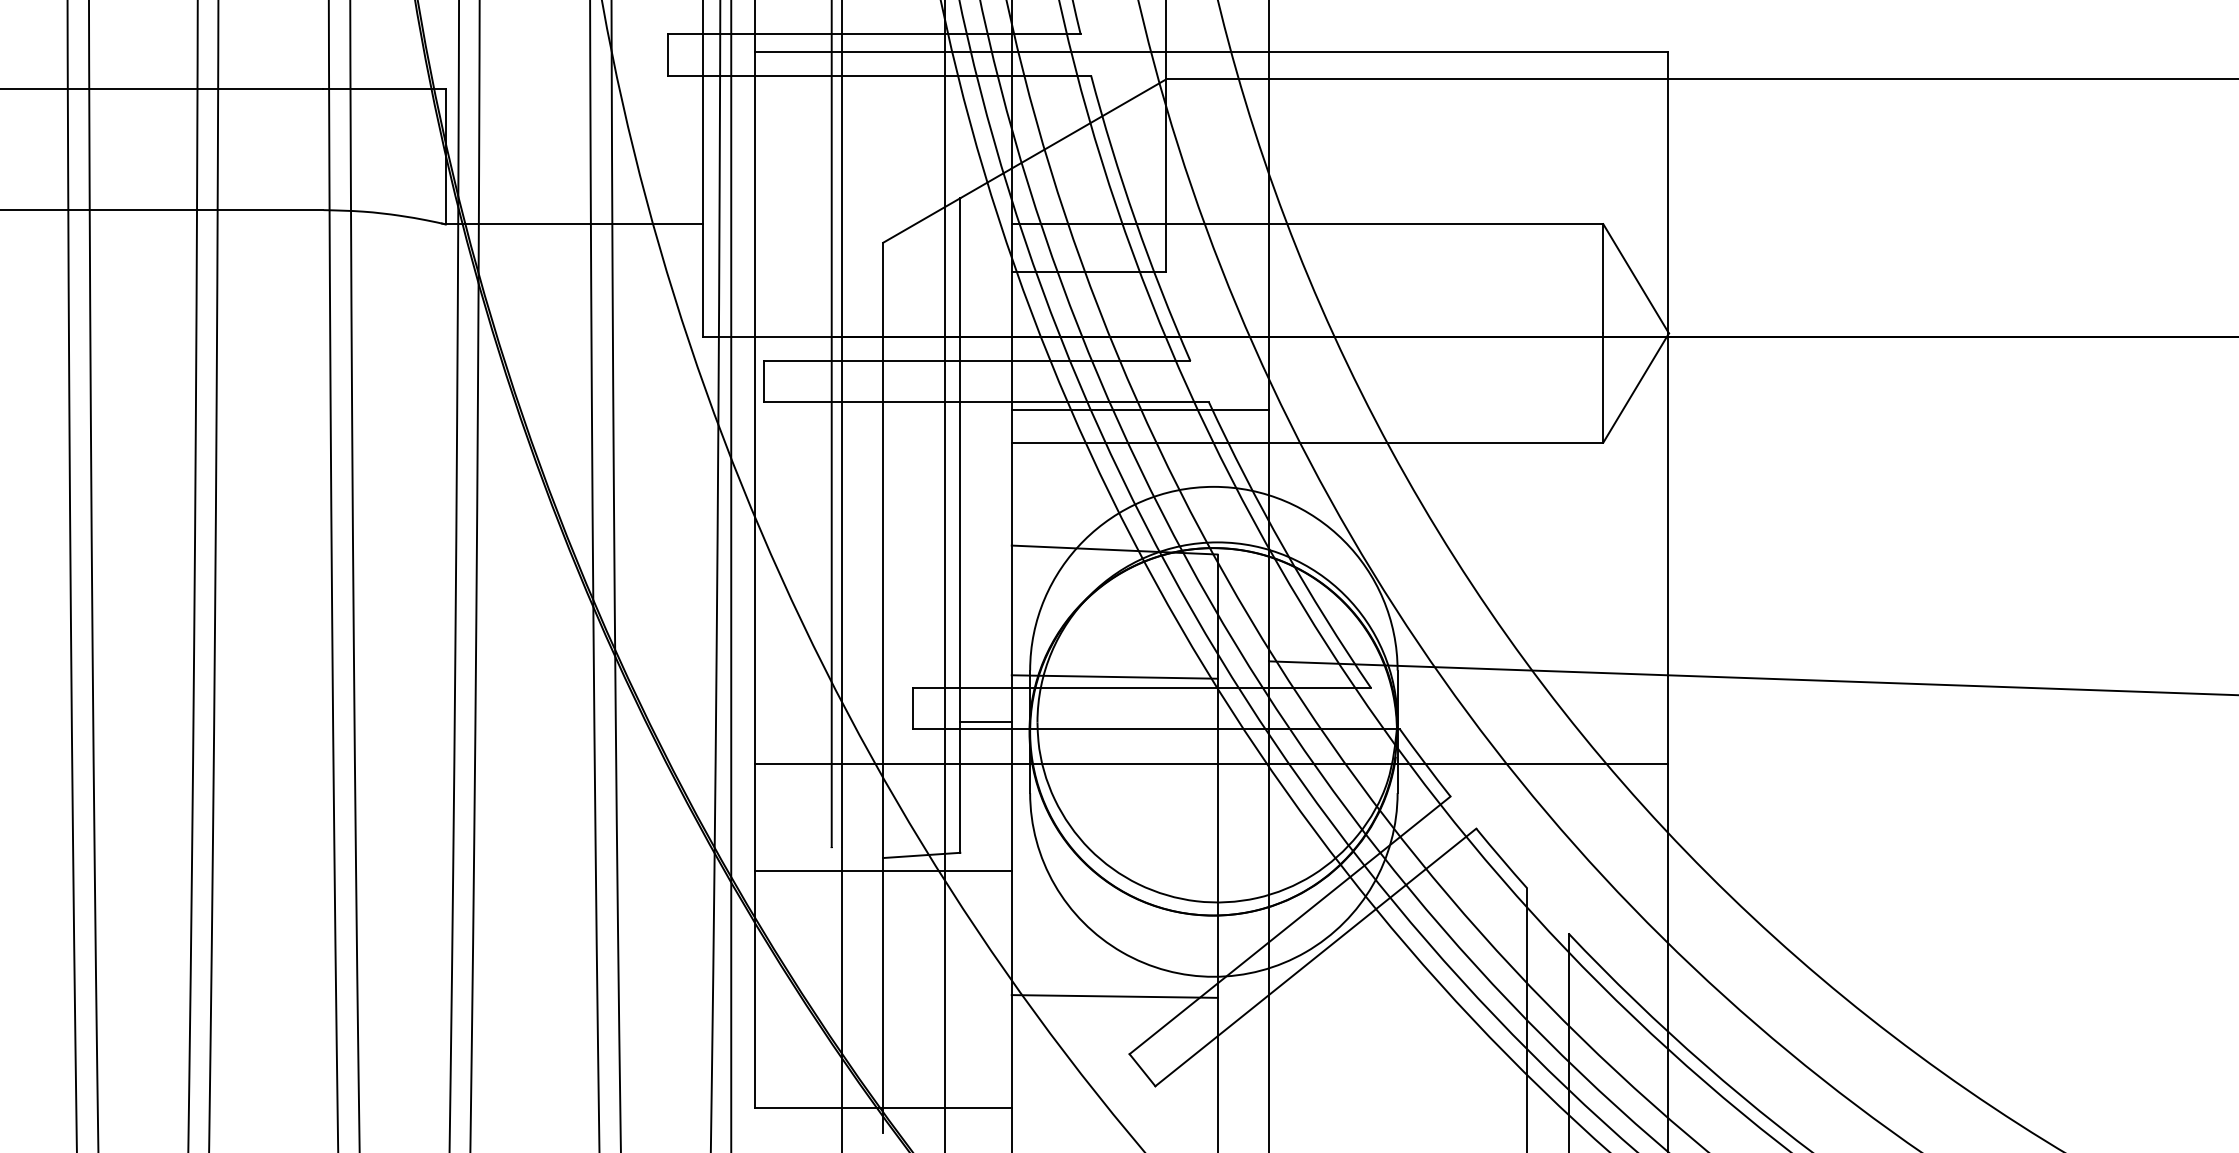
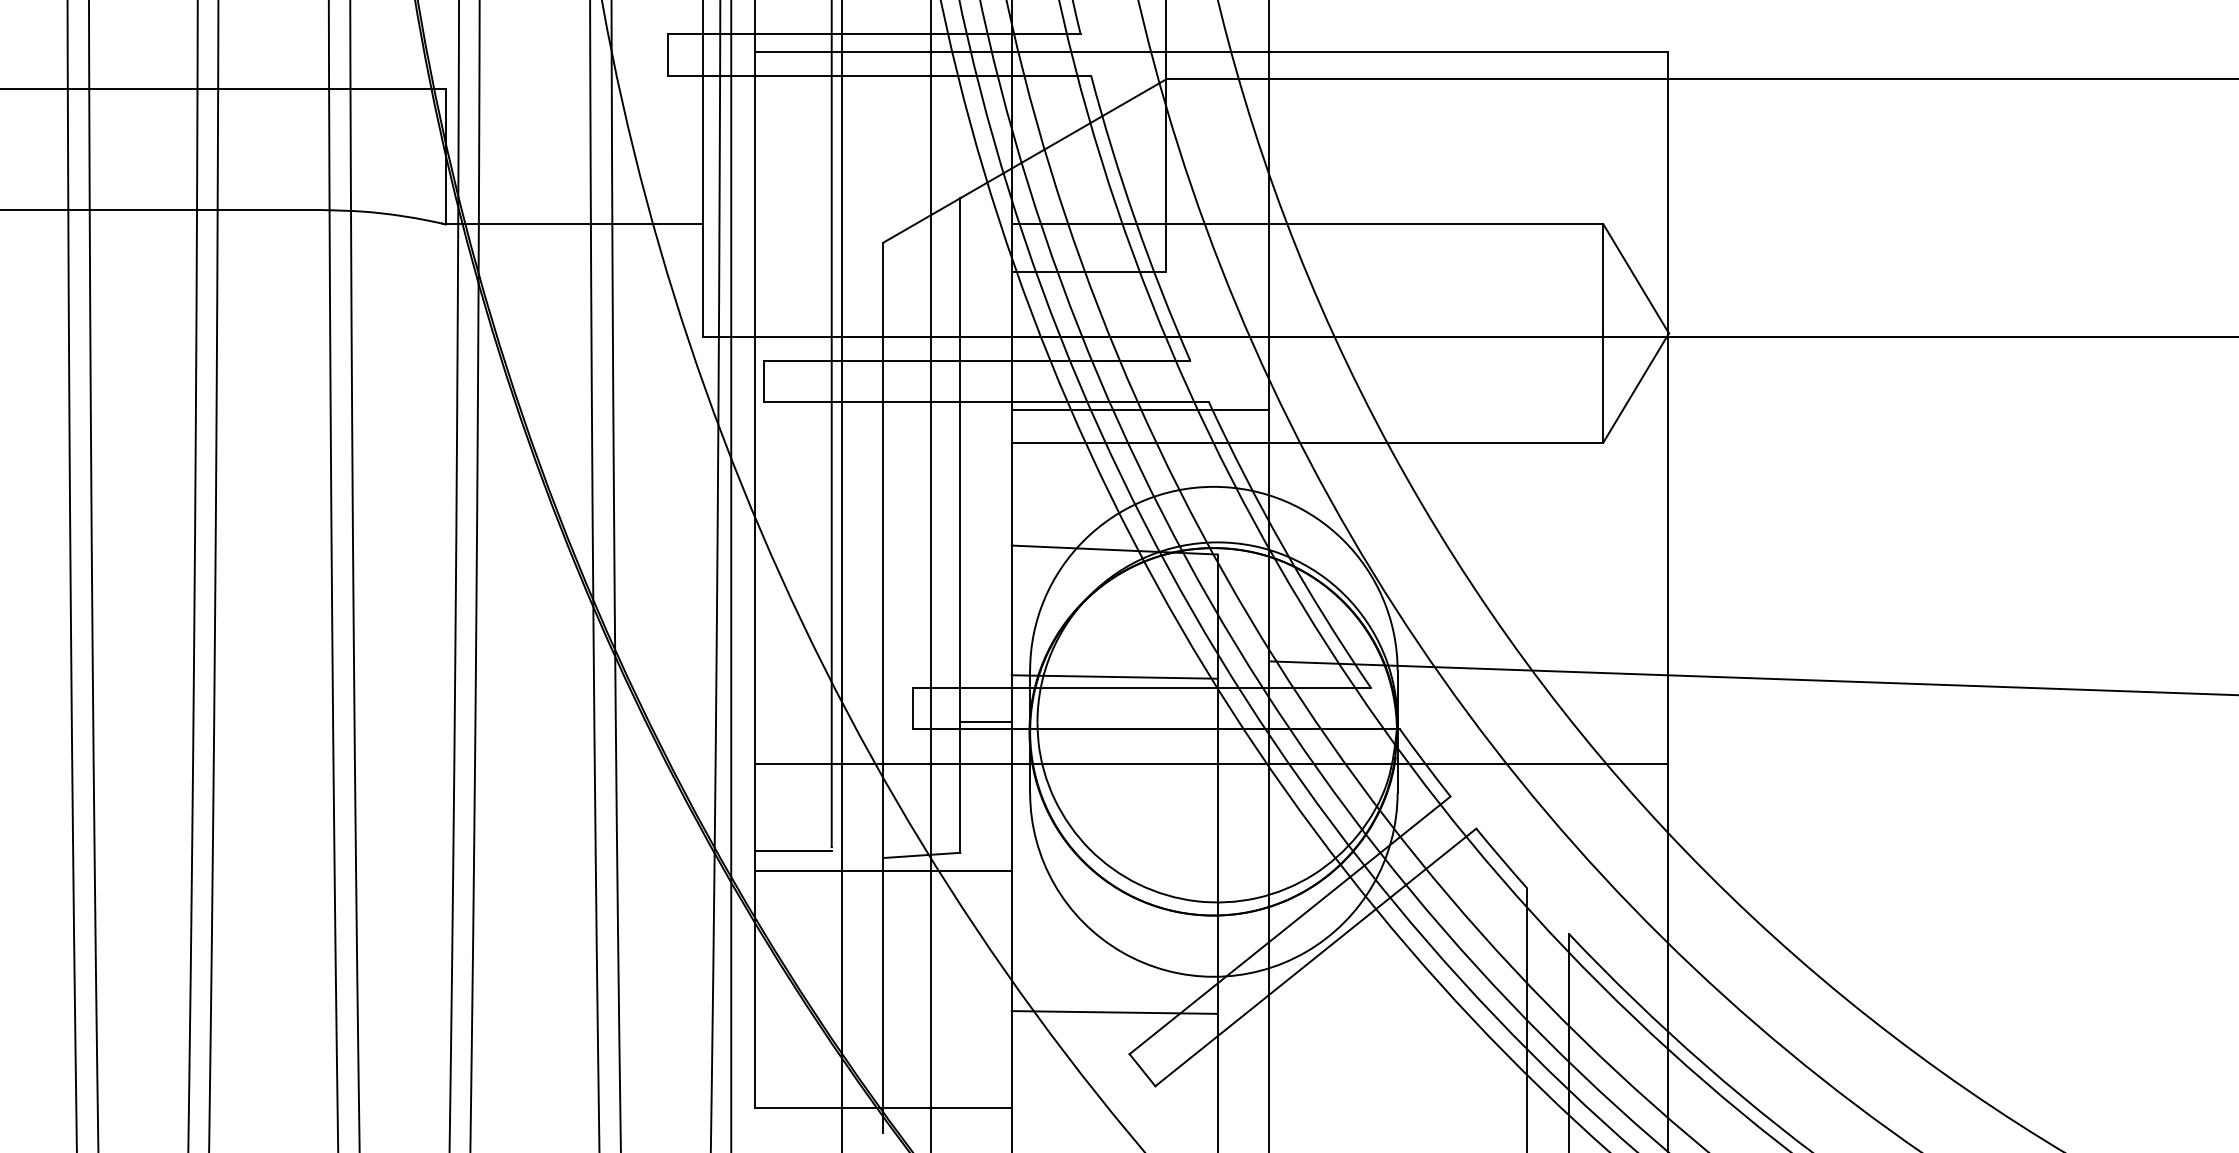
line at (945, 575) position: (945, 575) -> (931, 575)
line at (792, 851): none -> present
line at (1114, 996) position: (1114, 996) -> (1114, 1012)
